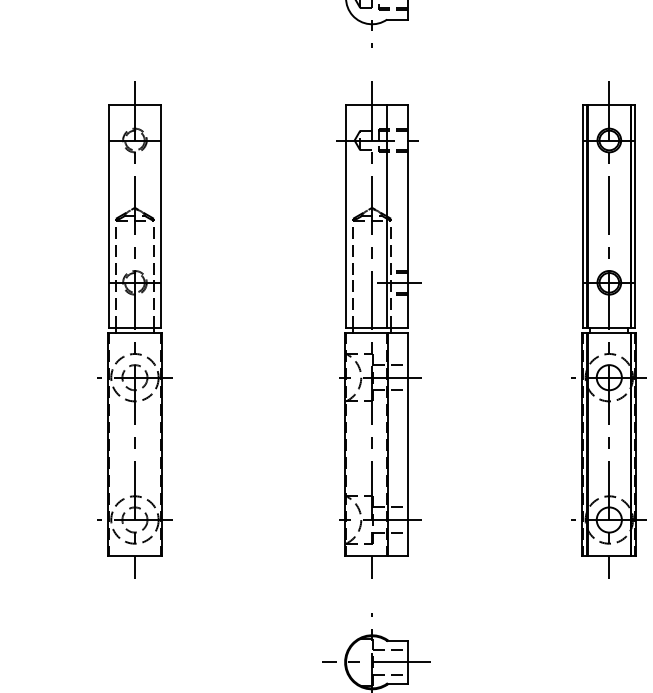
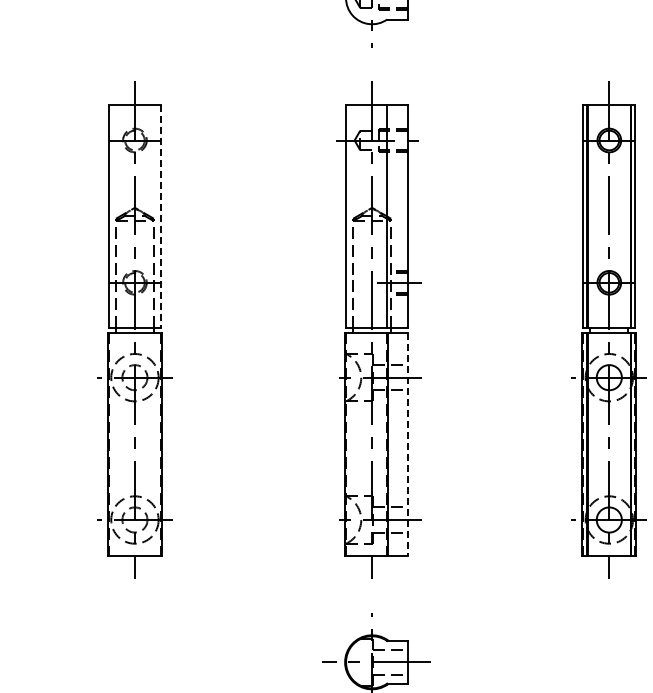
line at (161, 216): solid -> dashed
line at (407, 444): solid -> dashed
